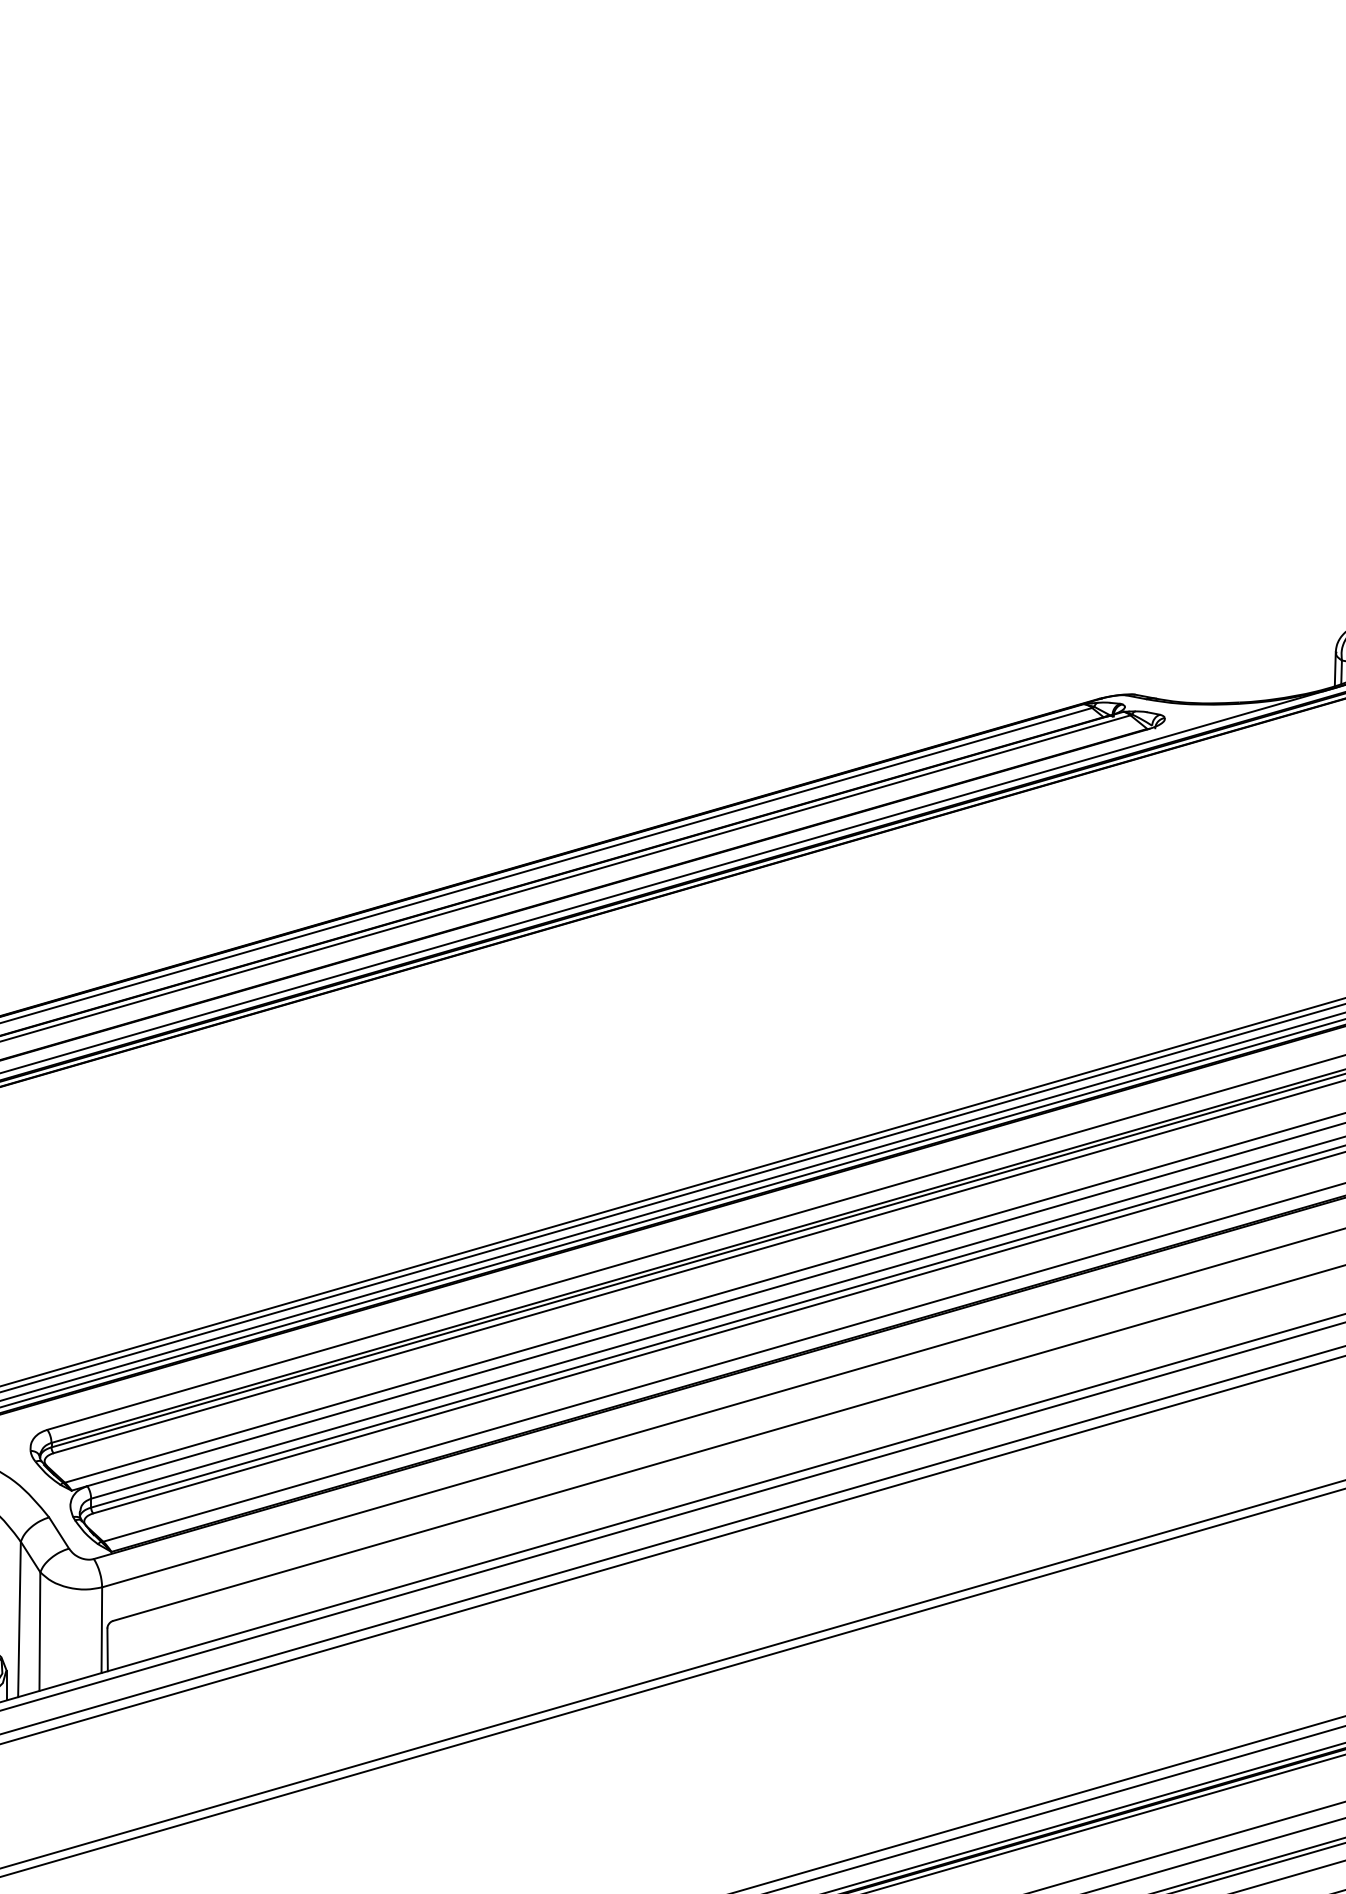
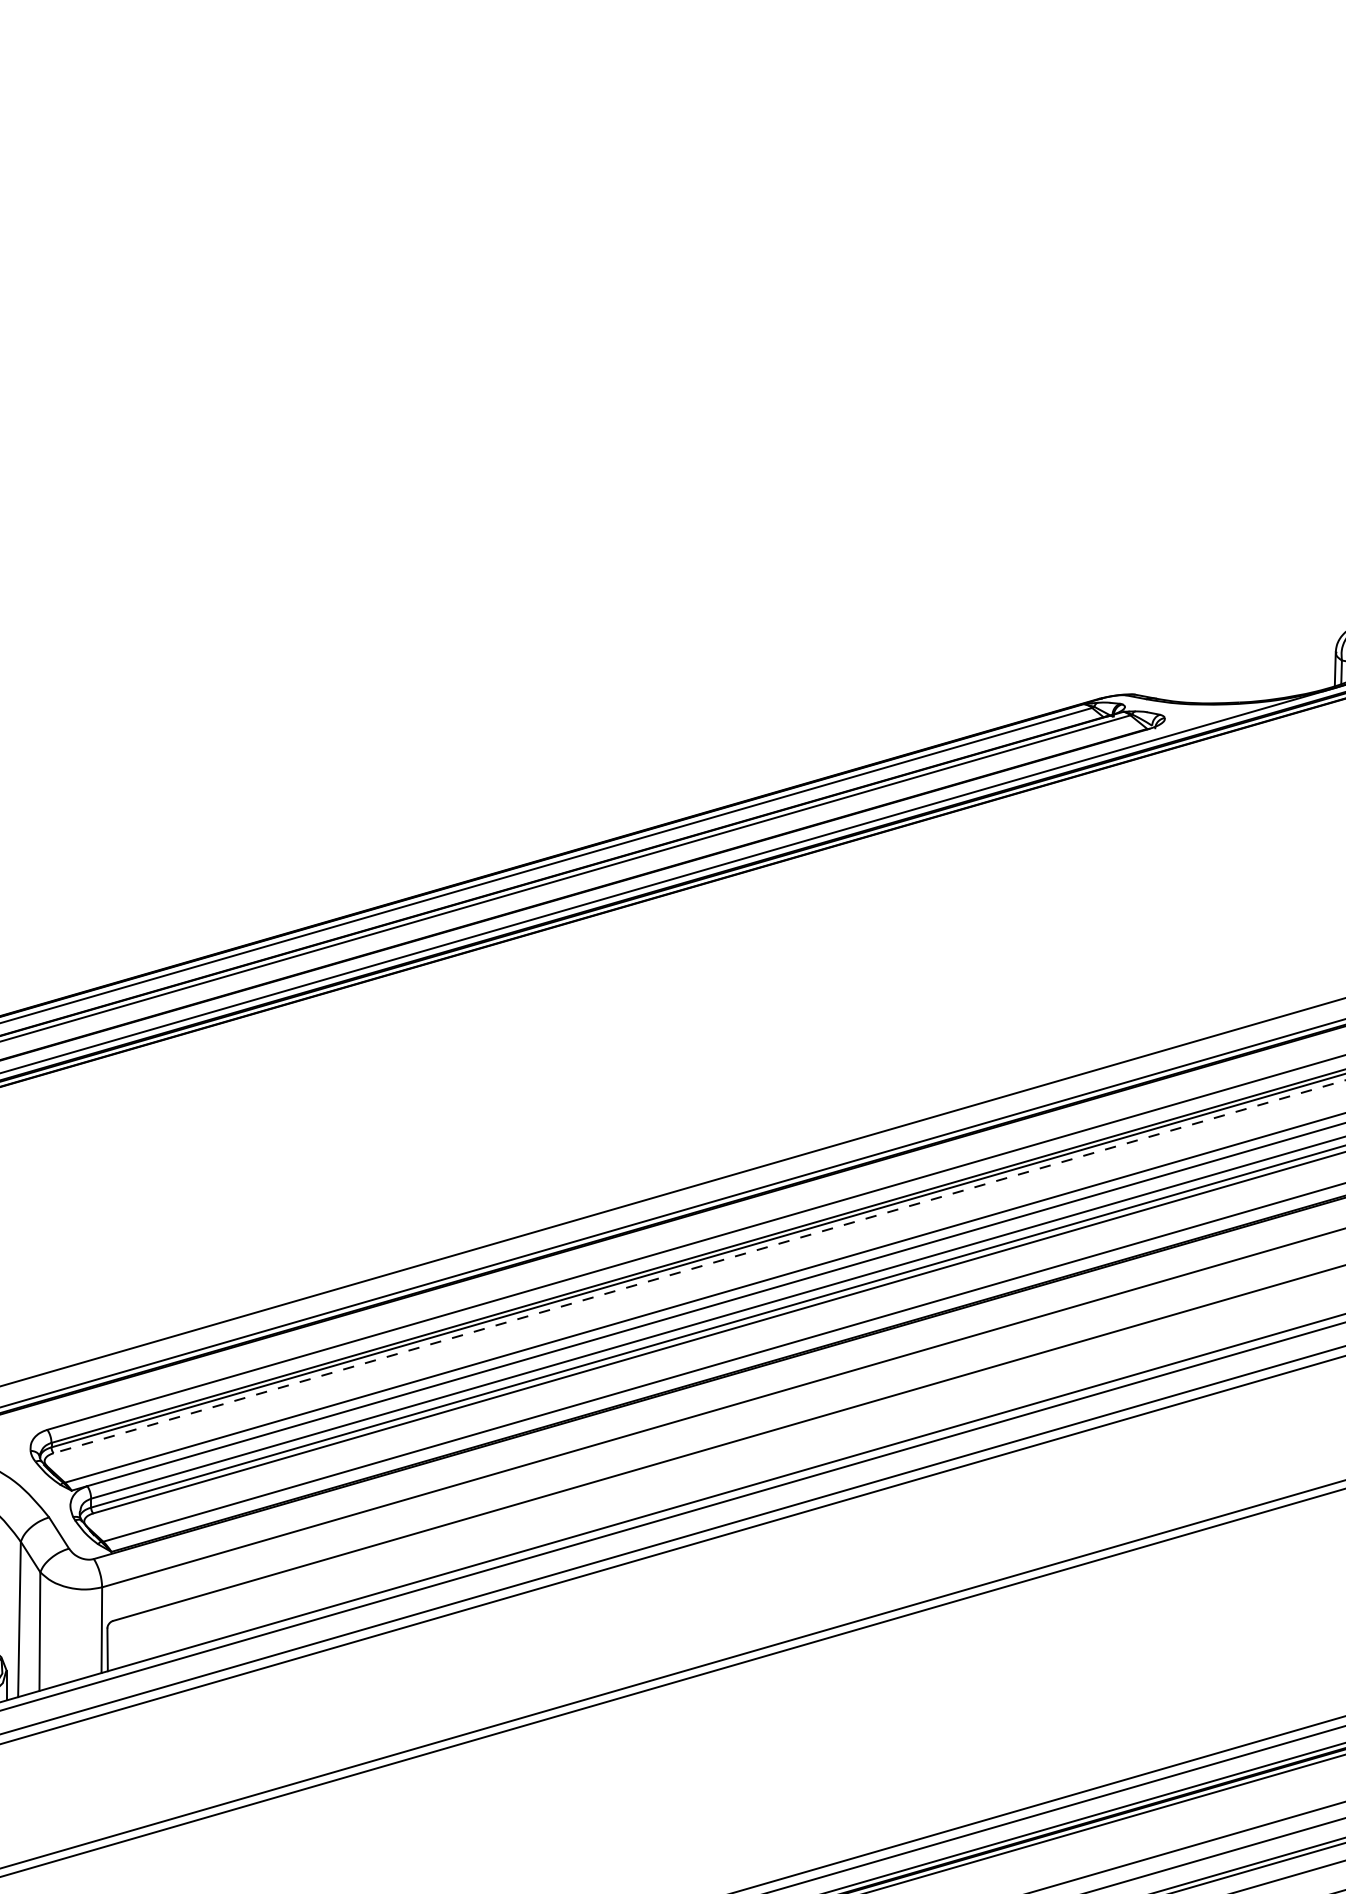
line at (672, 1197): present -> none
line at (672, 1206): present -> none
line at (699, 1266): solid -> dashed
